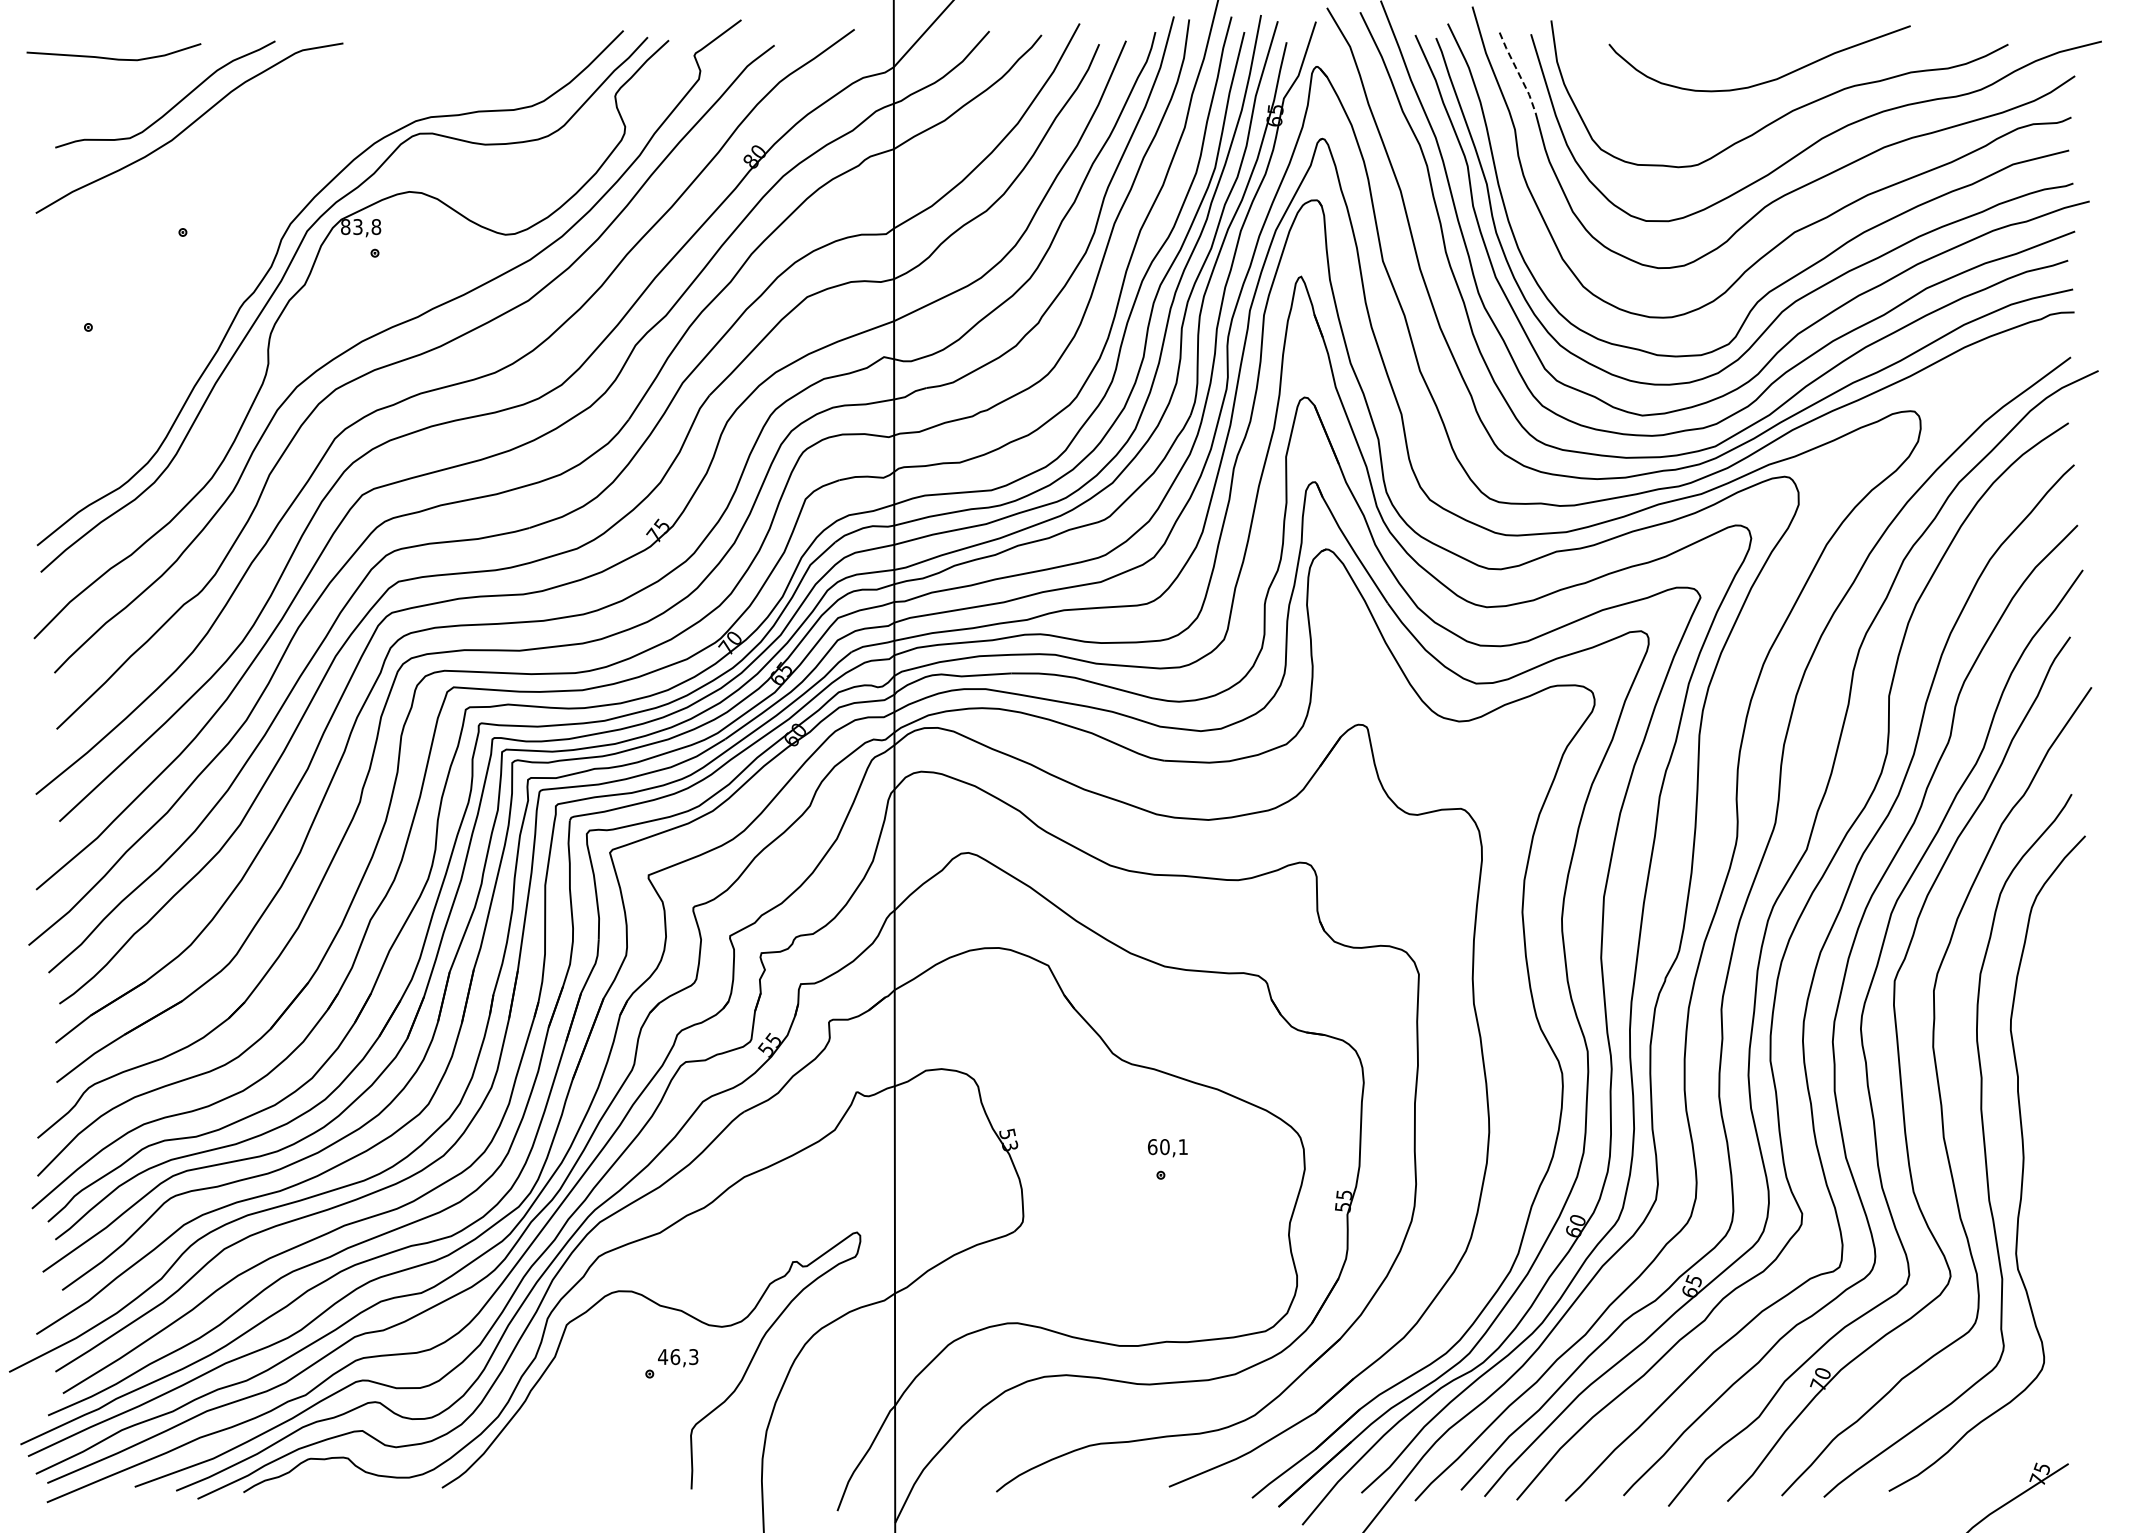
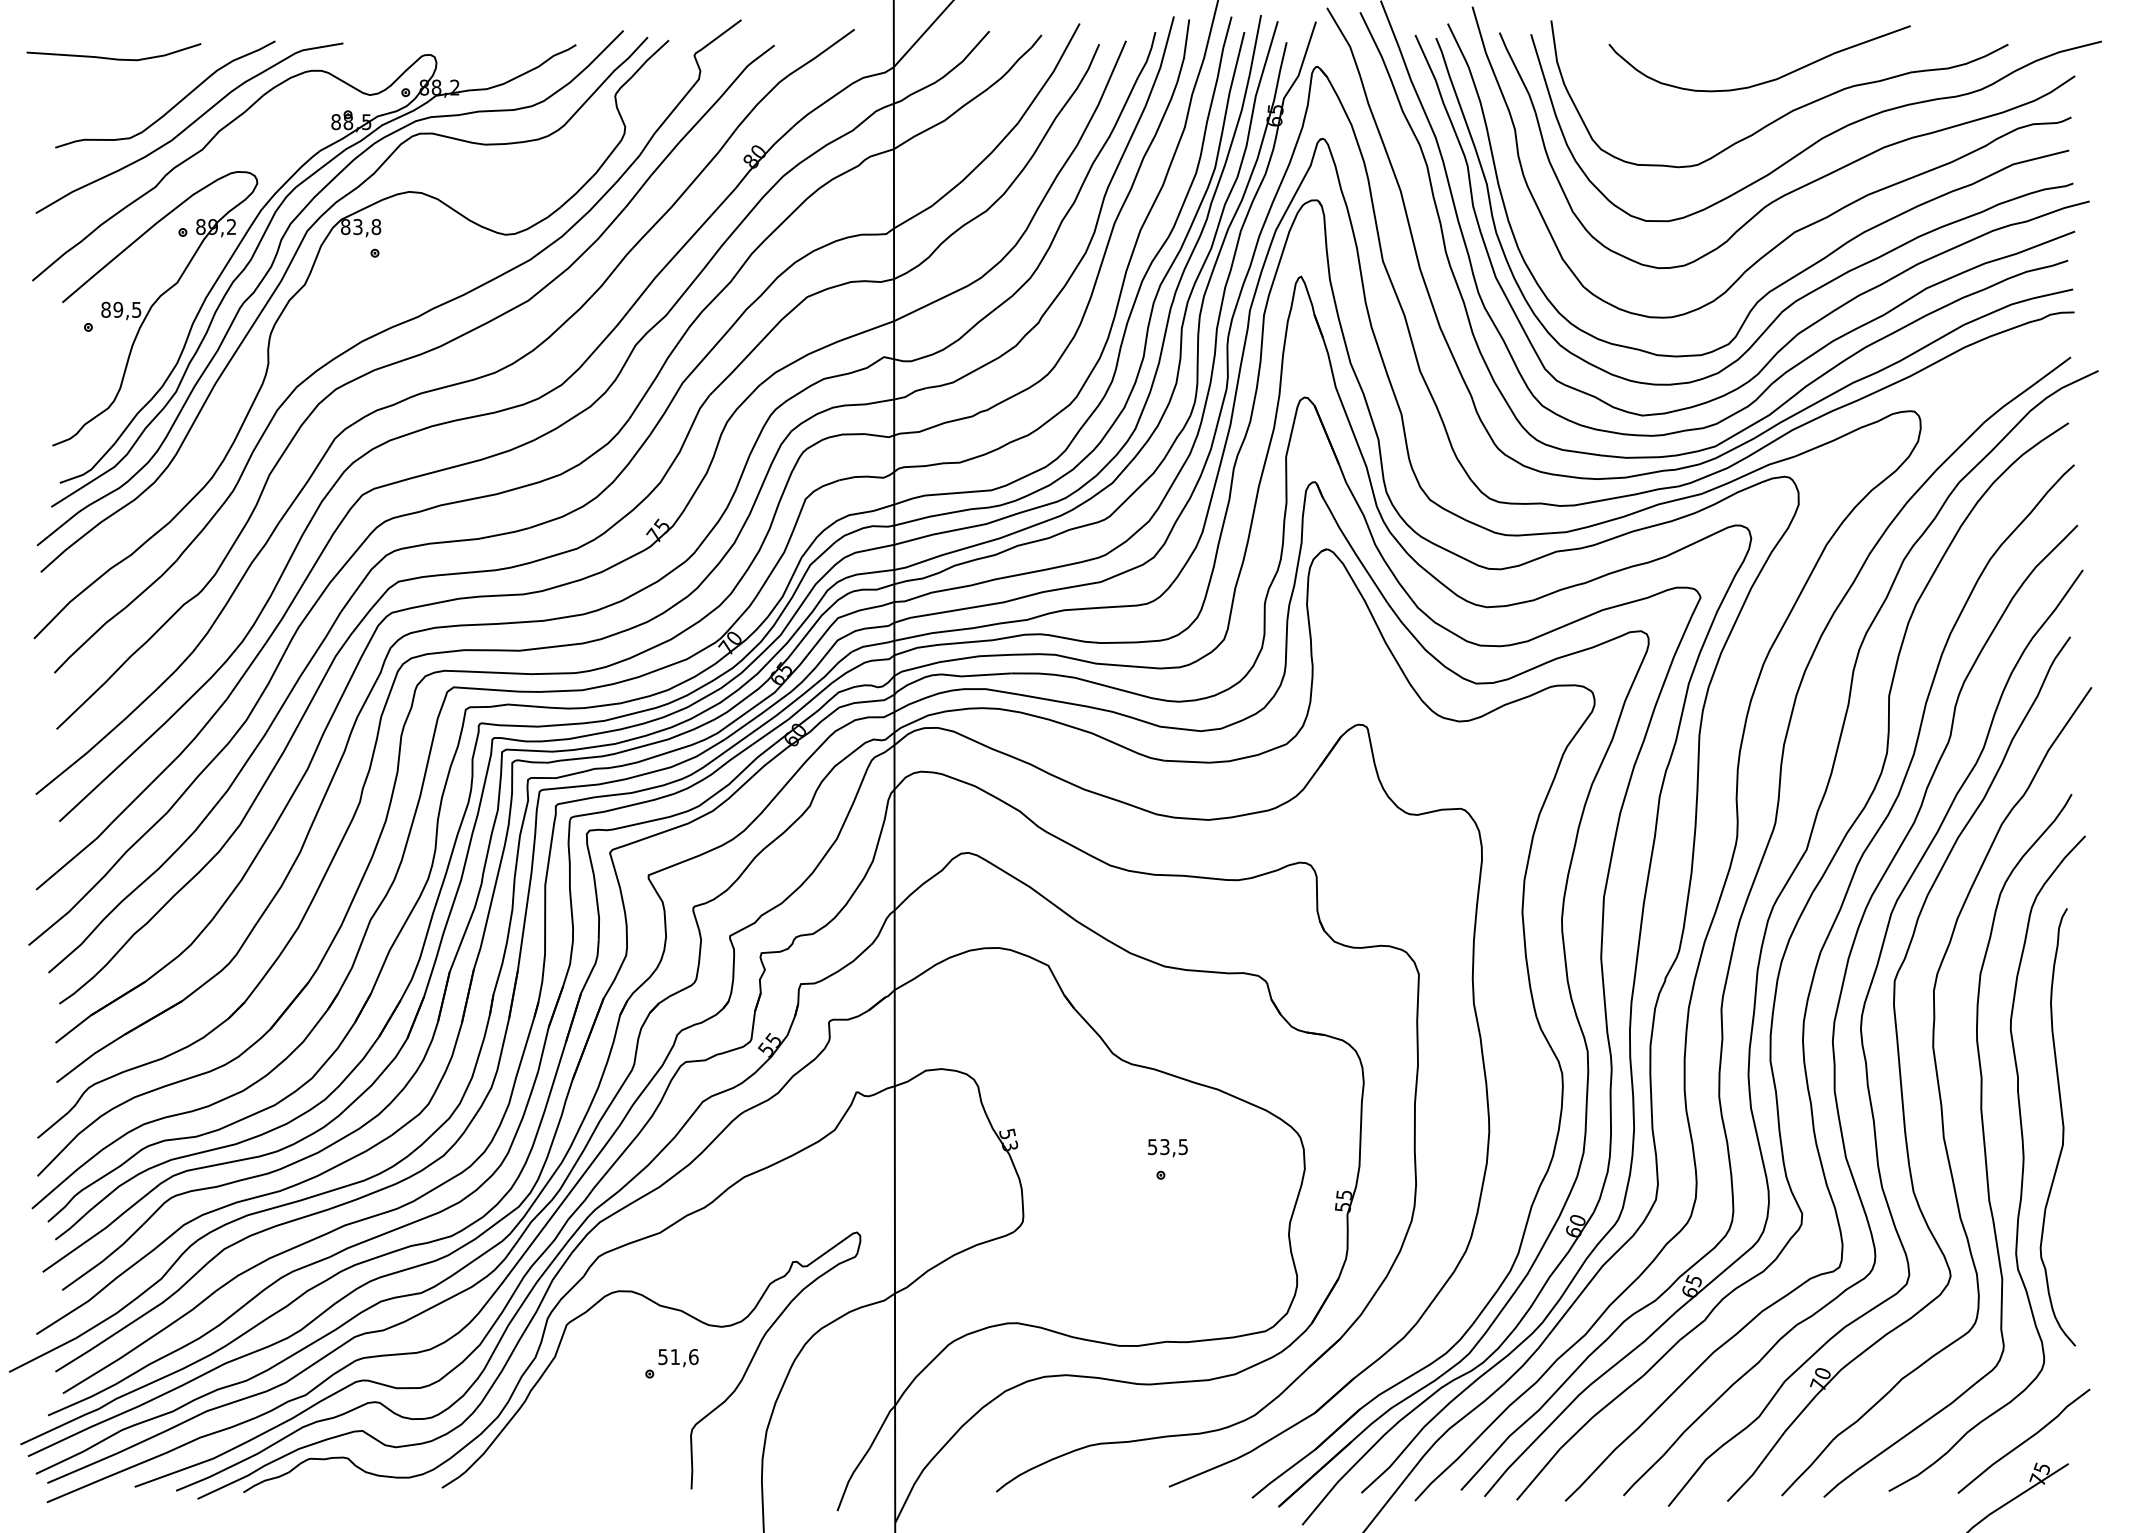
line at (1518, 72): dashed -> solid
part at (256, 251): none -> present
curve at (2062, 1127): none -> present
text at (1167, 1147): 60,1 -> 53,5
text at (678, 1357): 46,3 -> 51,6
curve at (2024, 1440): none -> present
